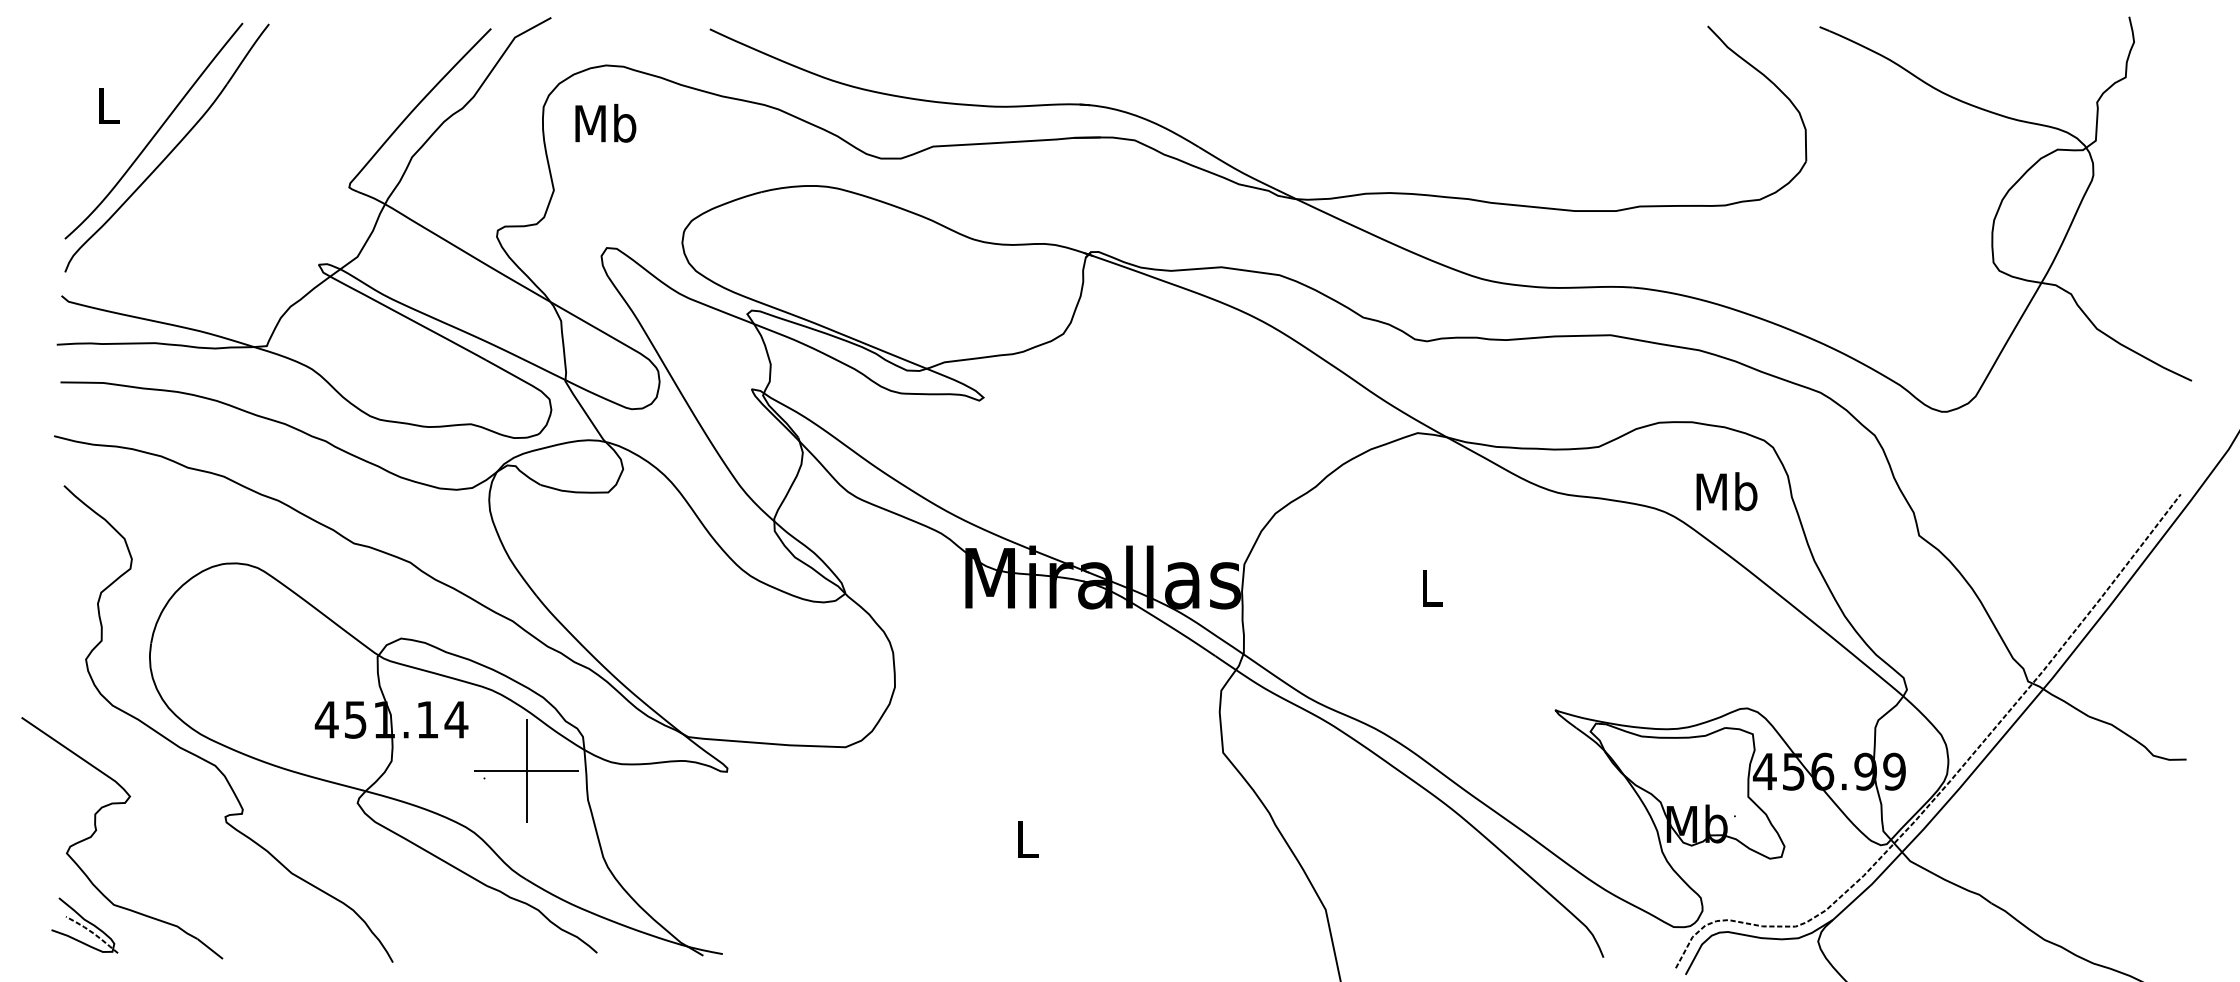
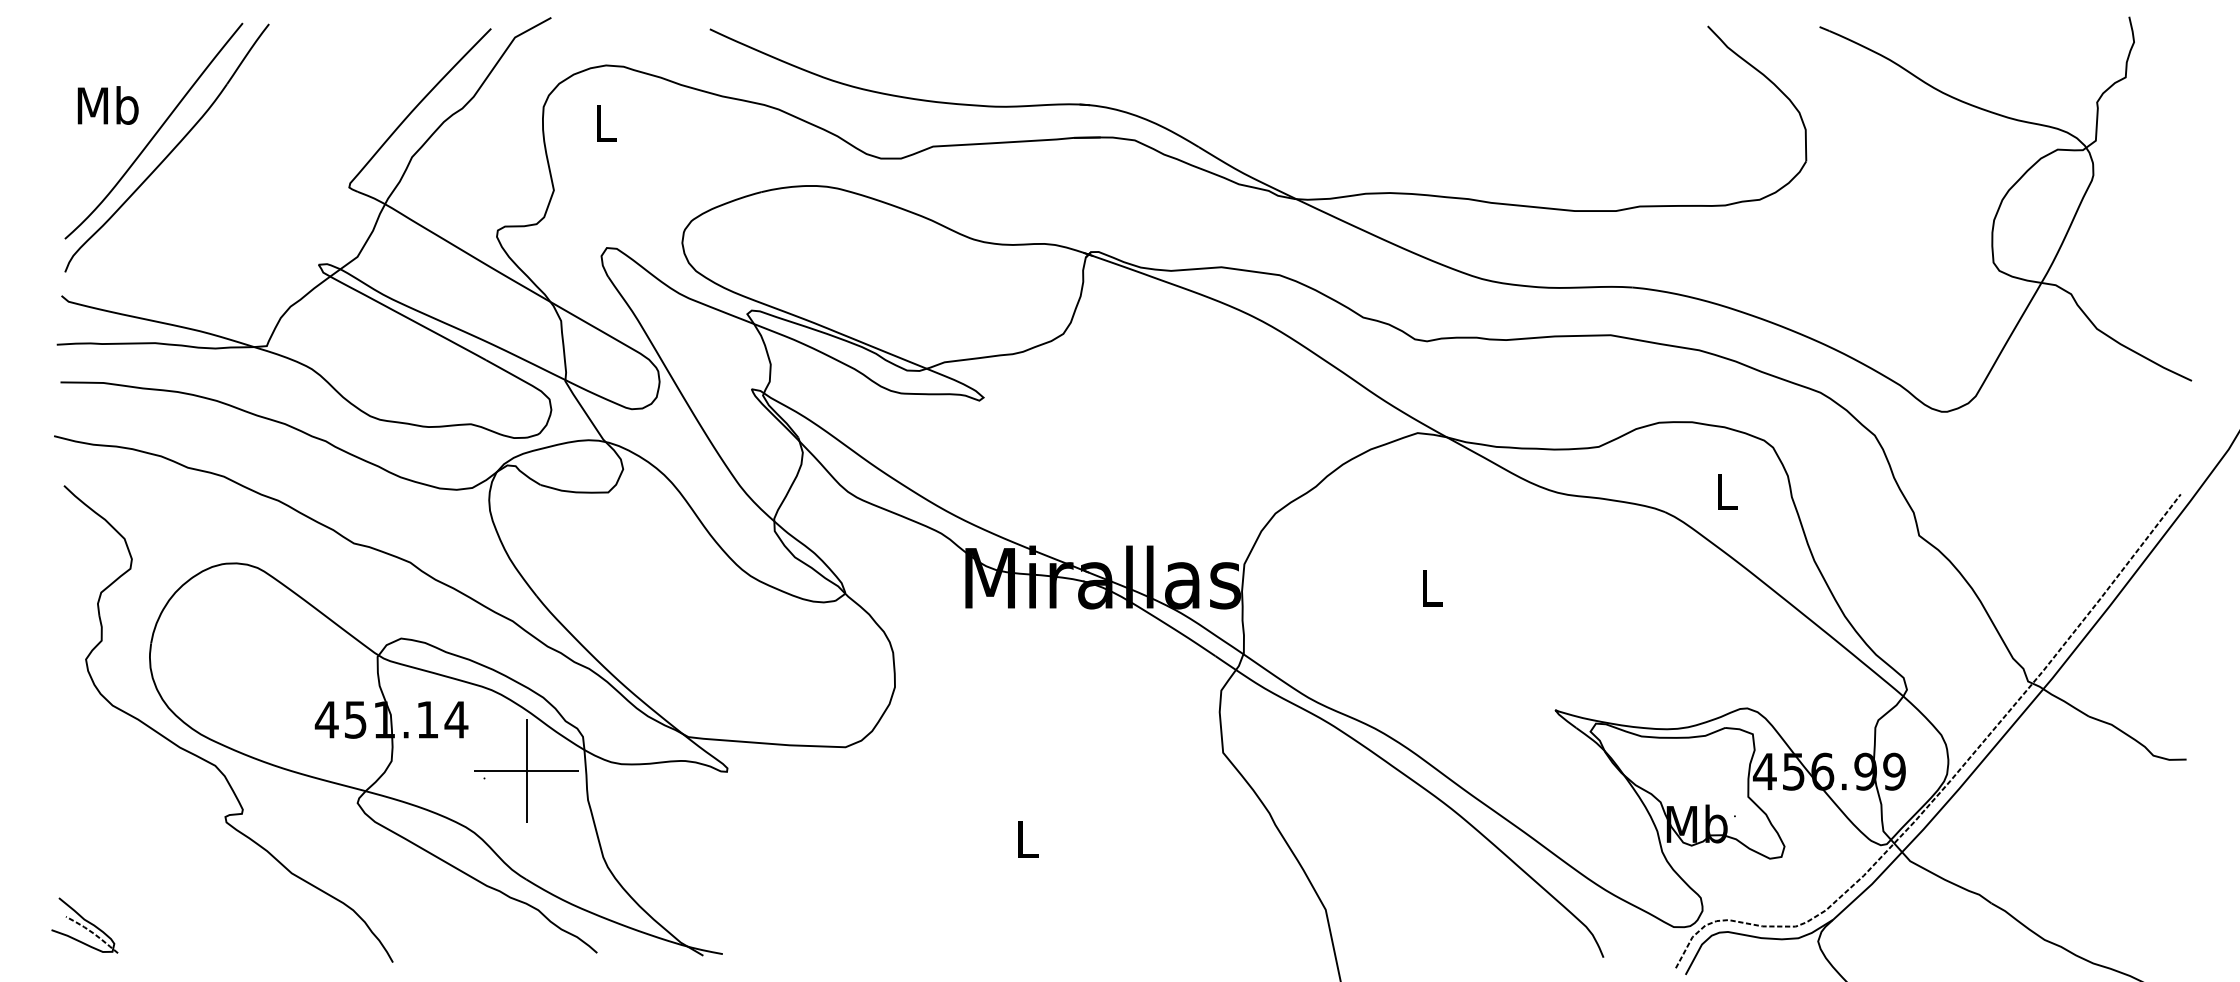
text at (107, 105): L -> Mb
text at (605, 122): Mb -> L
text at (1726, 491): Mb -> L
part at (96, 831): present -> none
